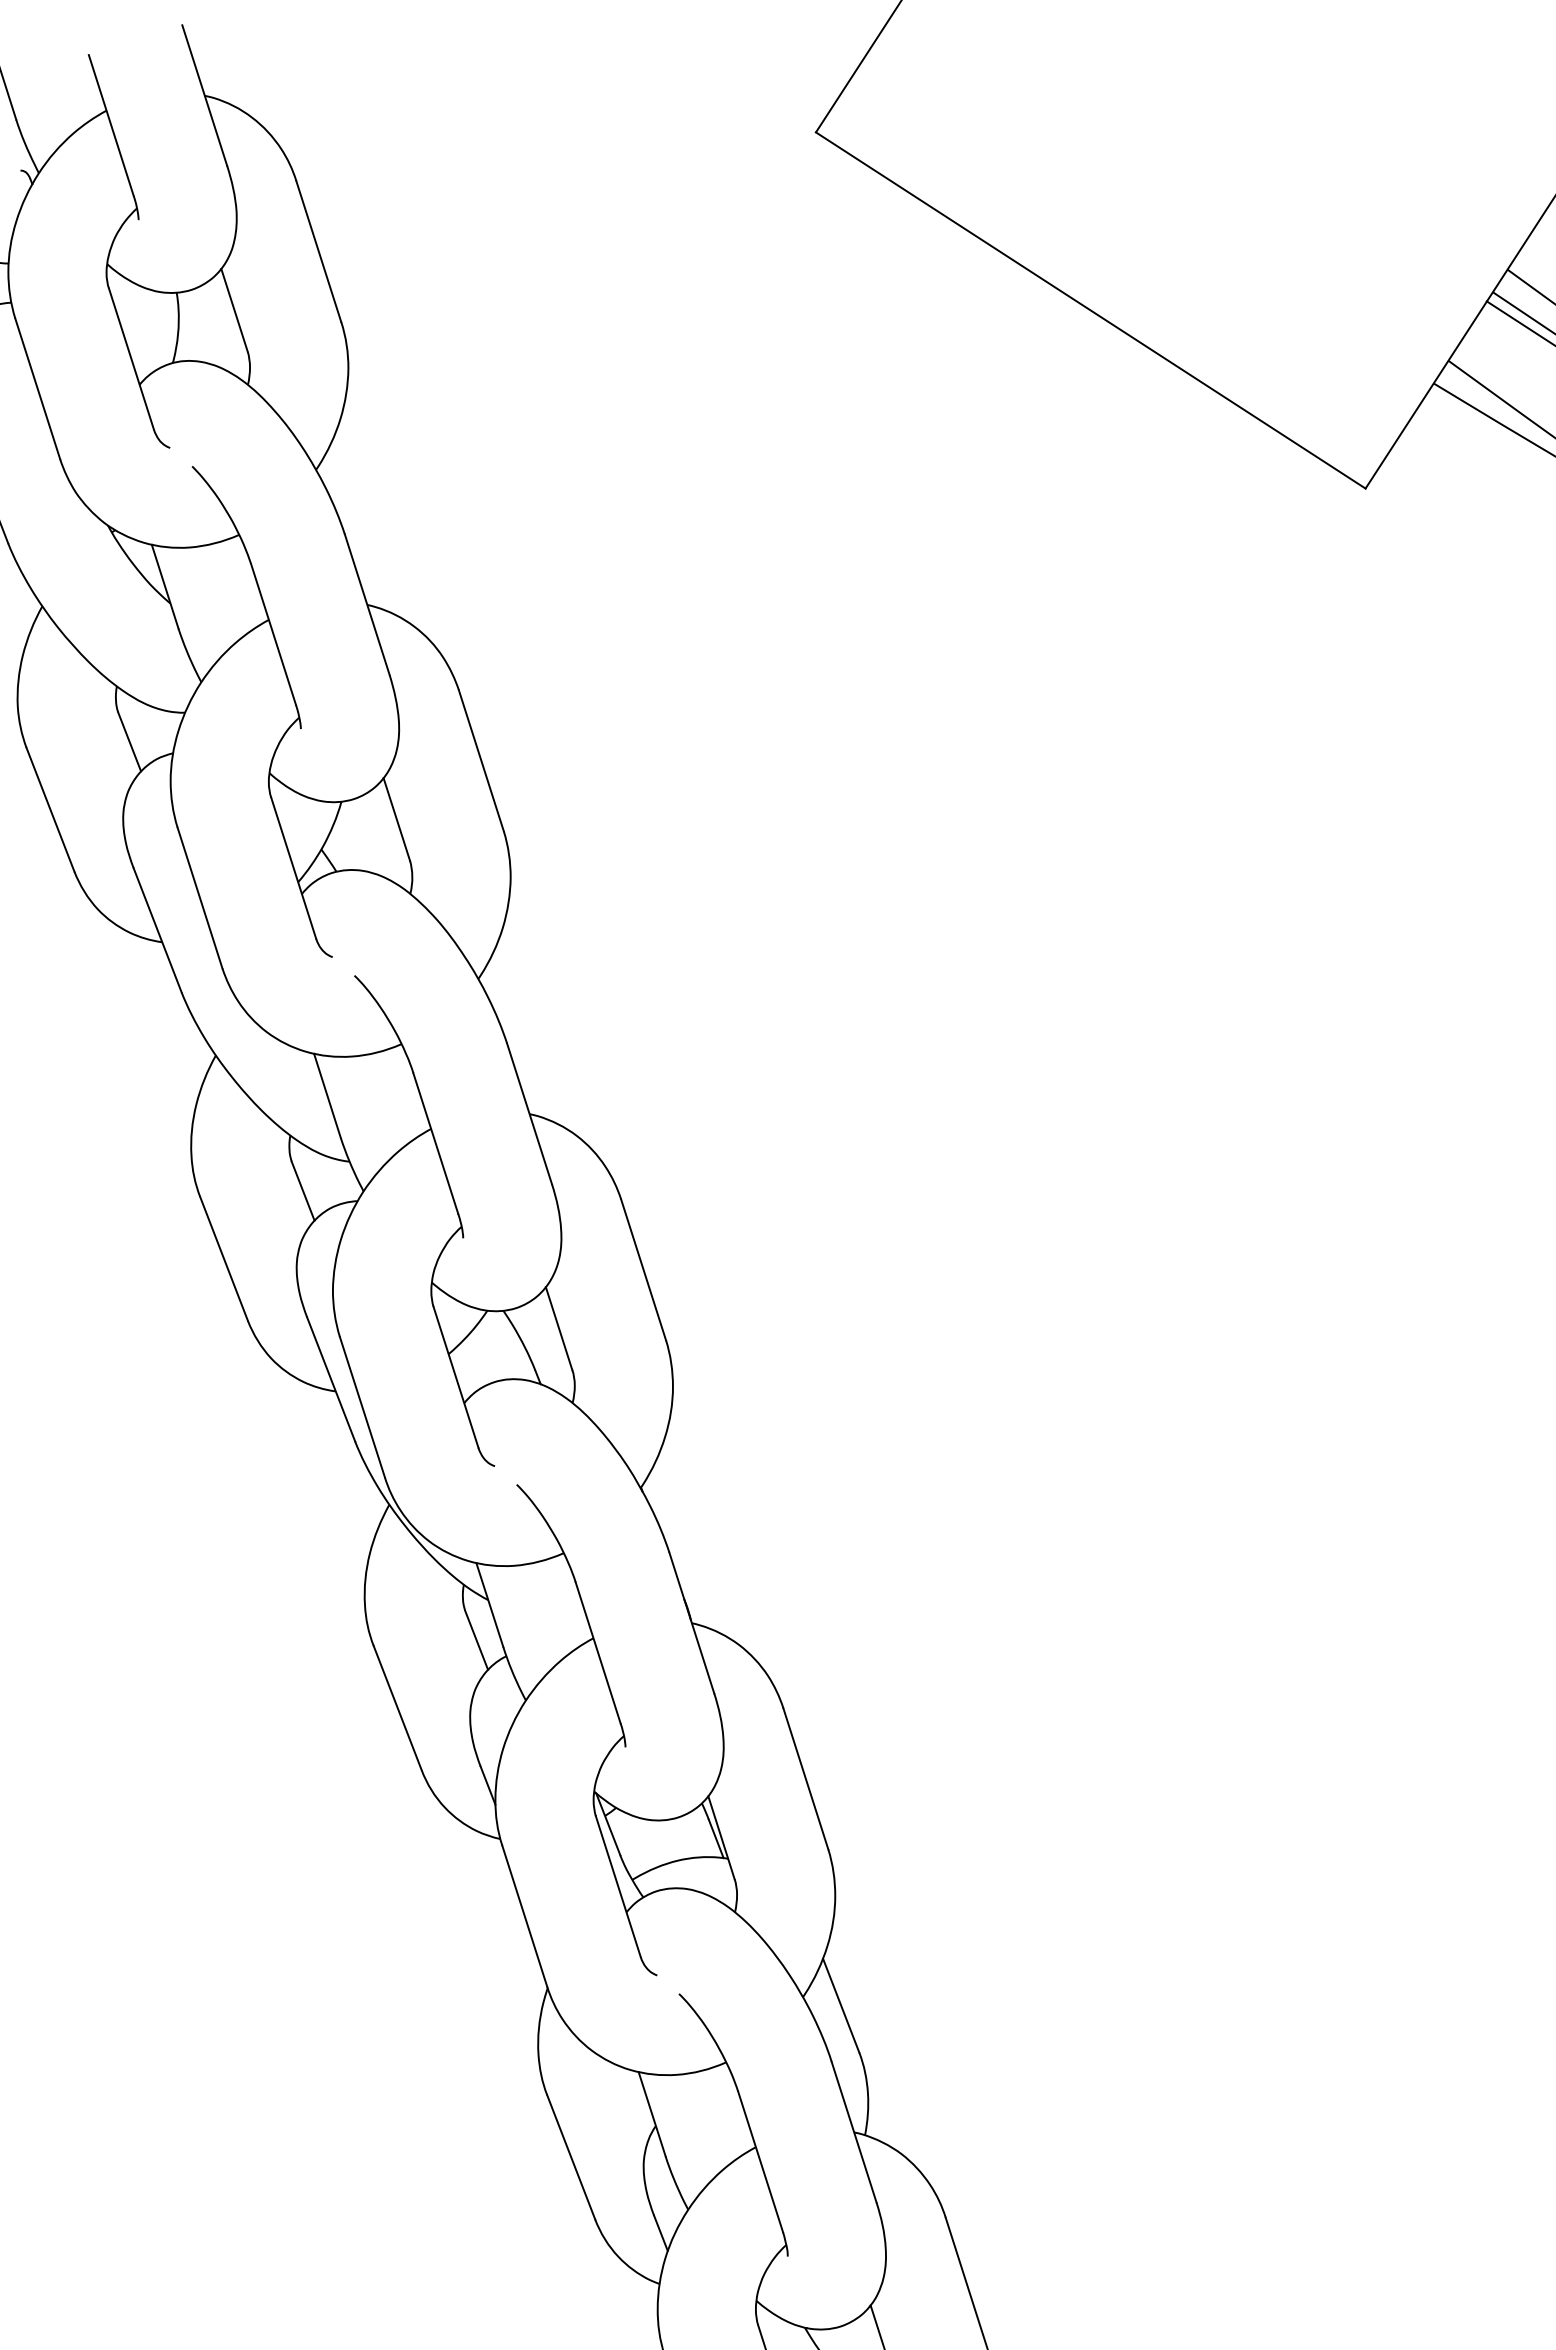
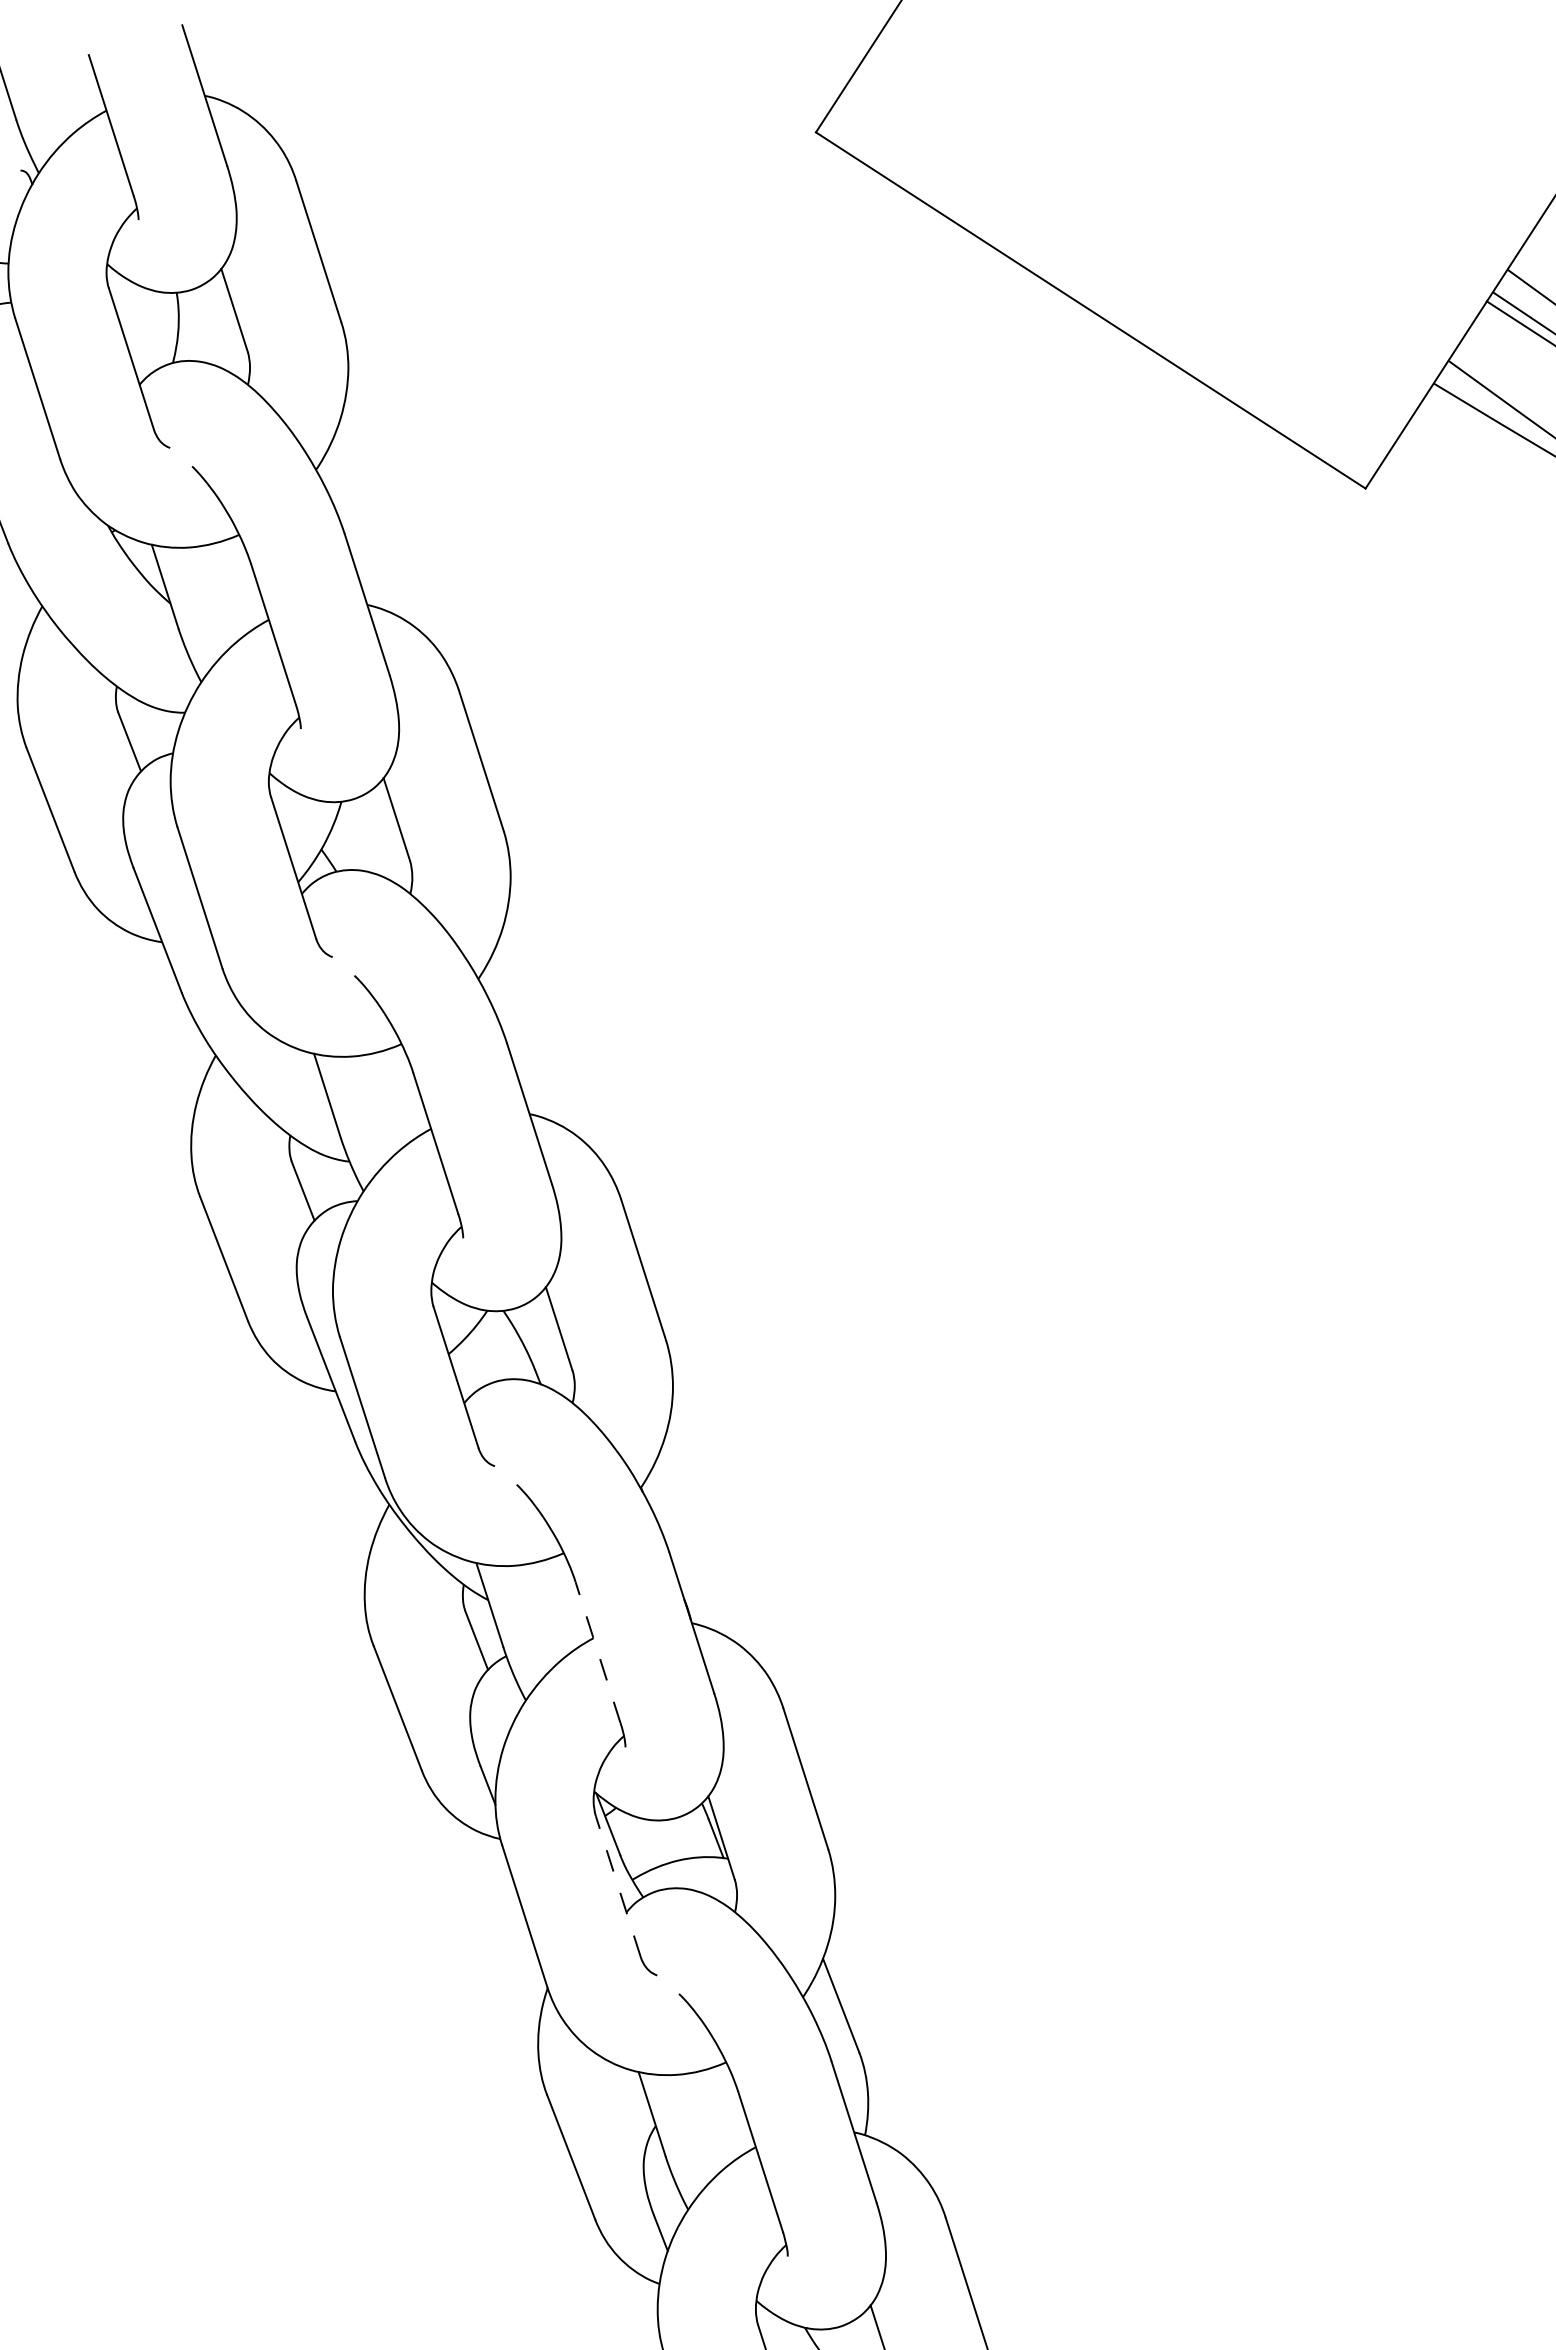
line at (598, 1652): solid -> dashed
line at (618, 1886): solid -> dashed
